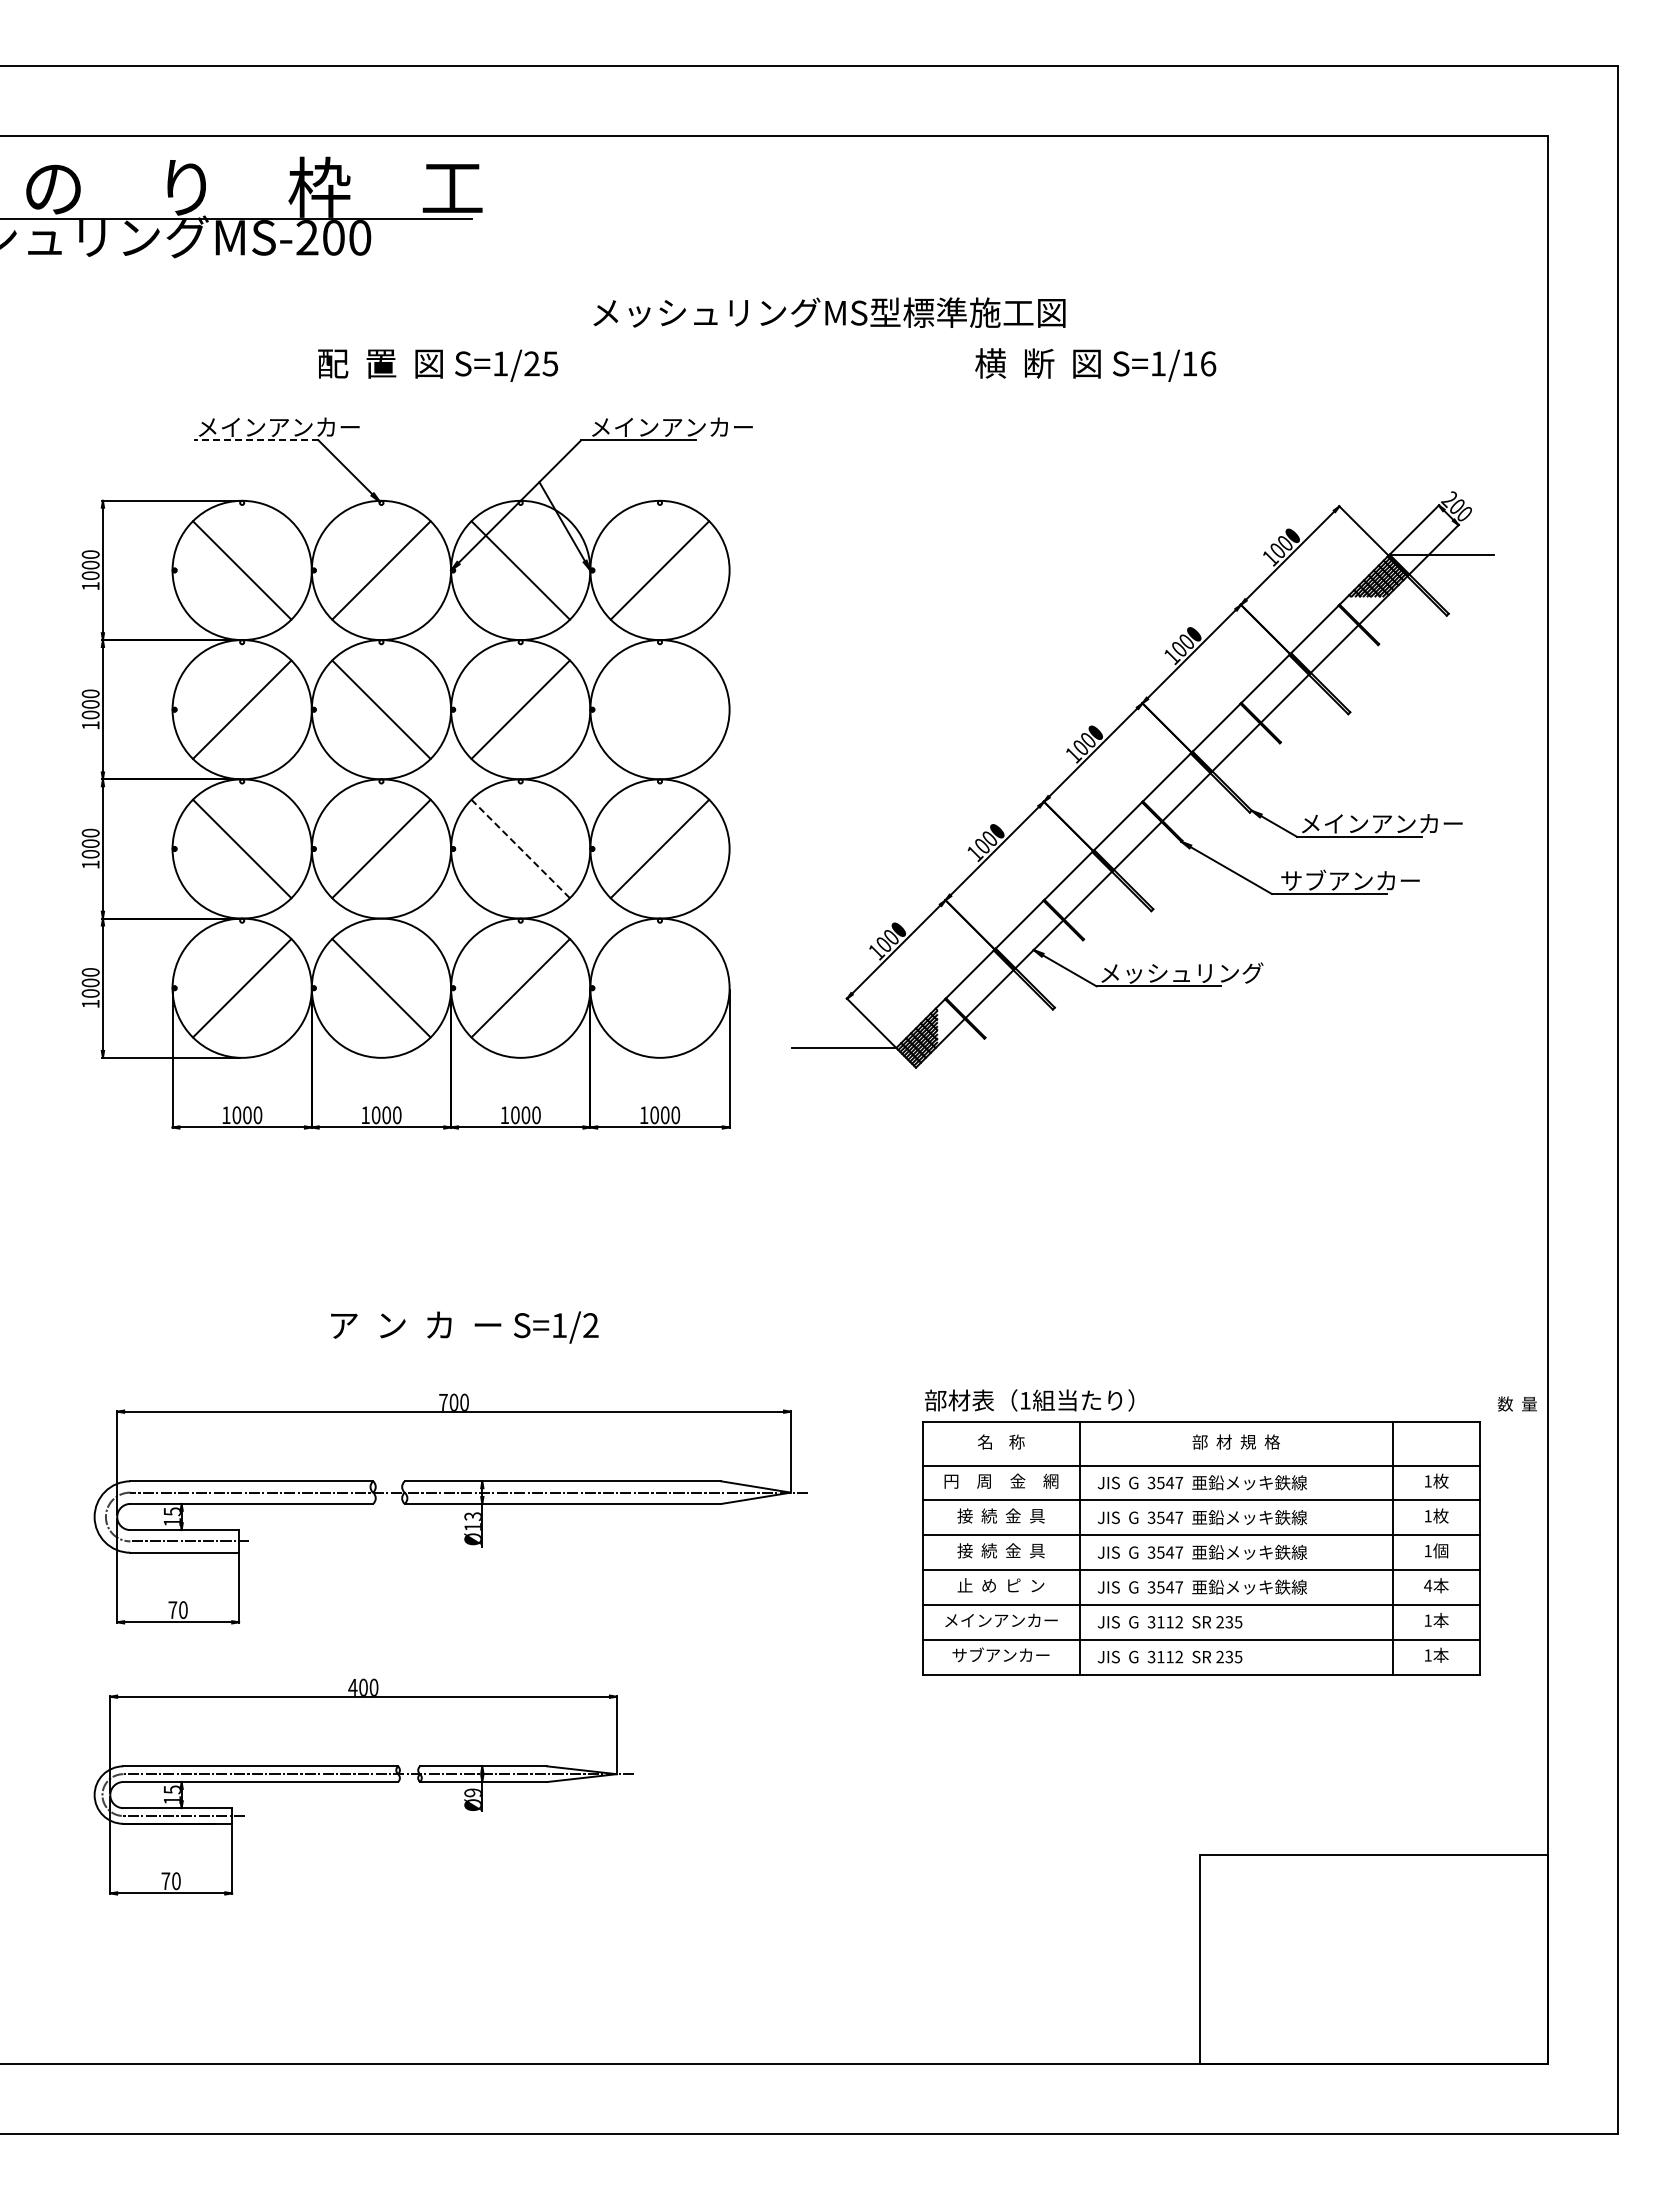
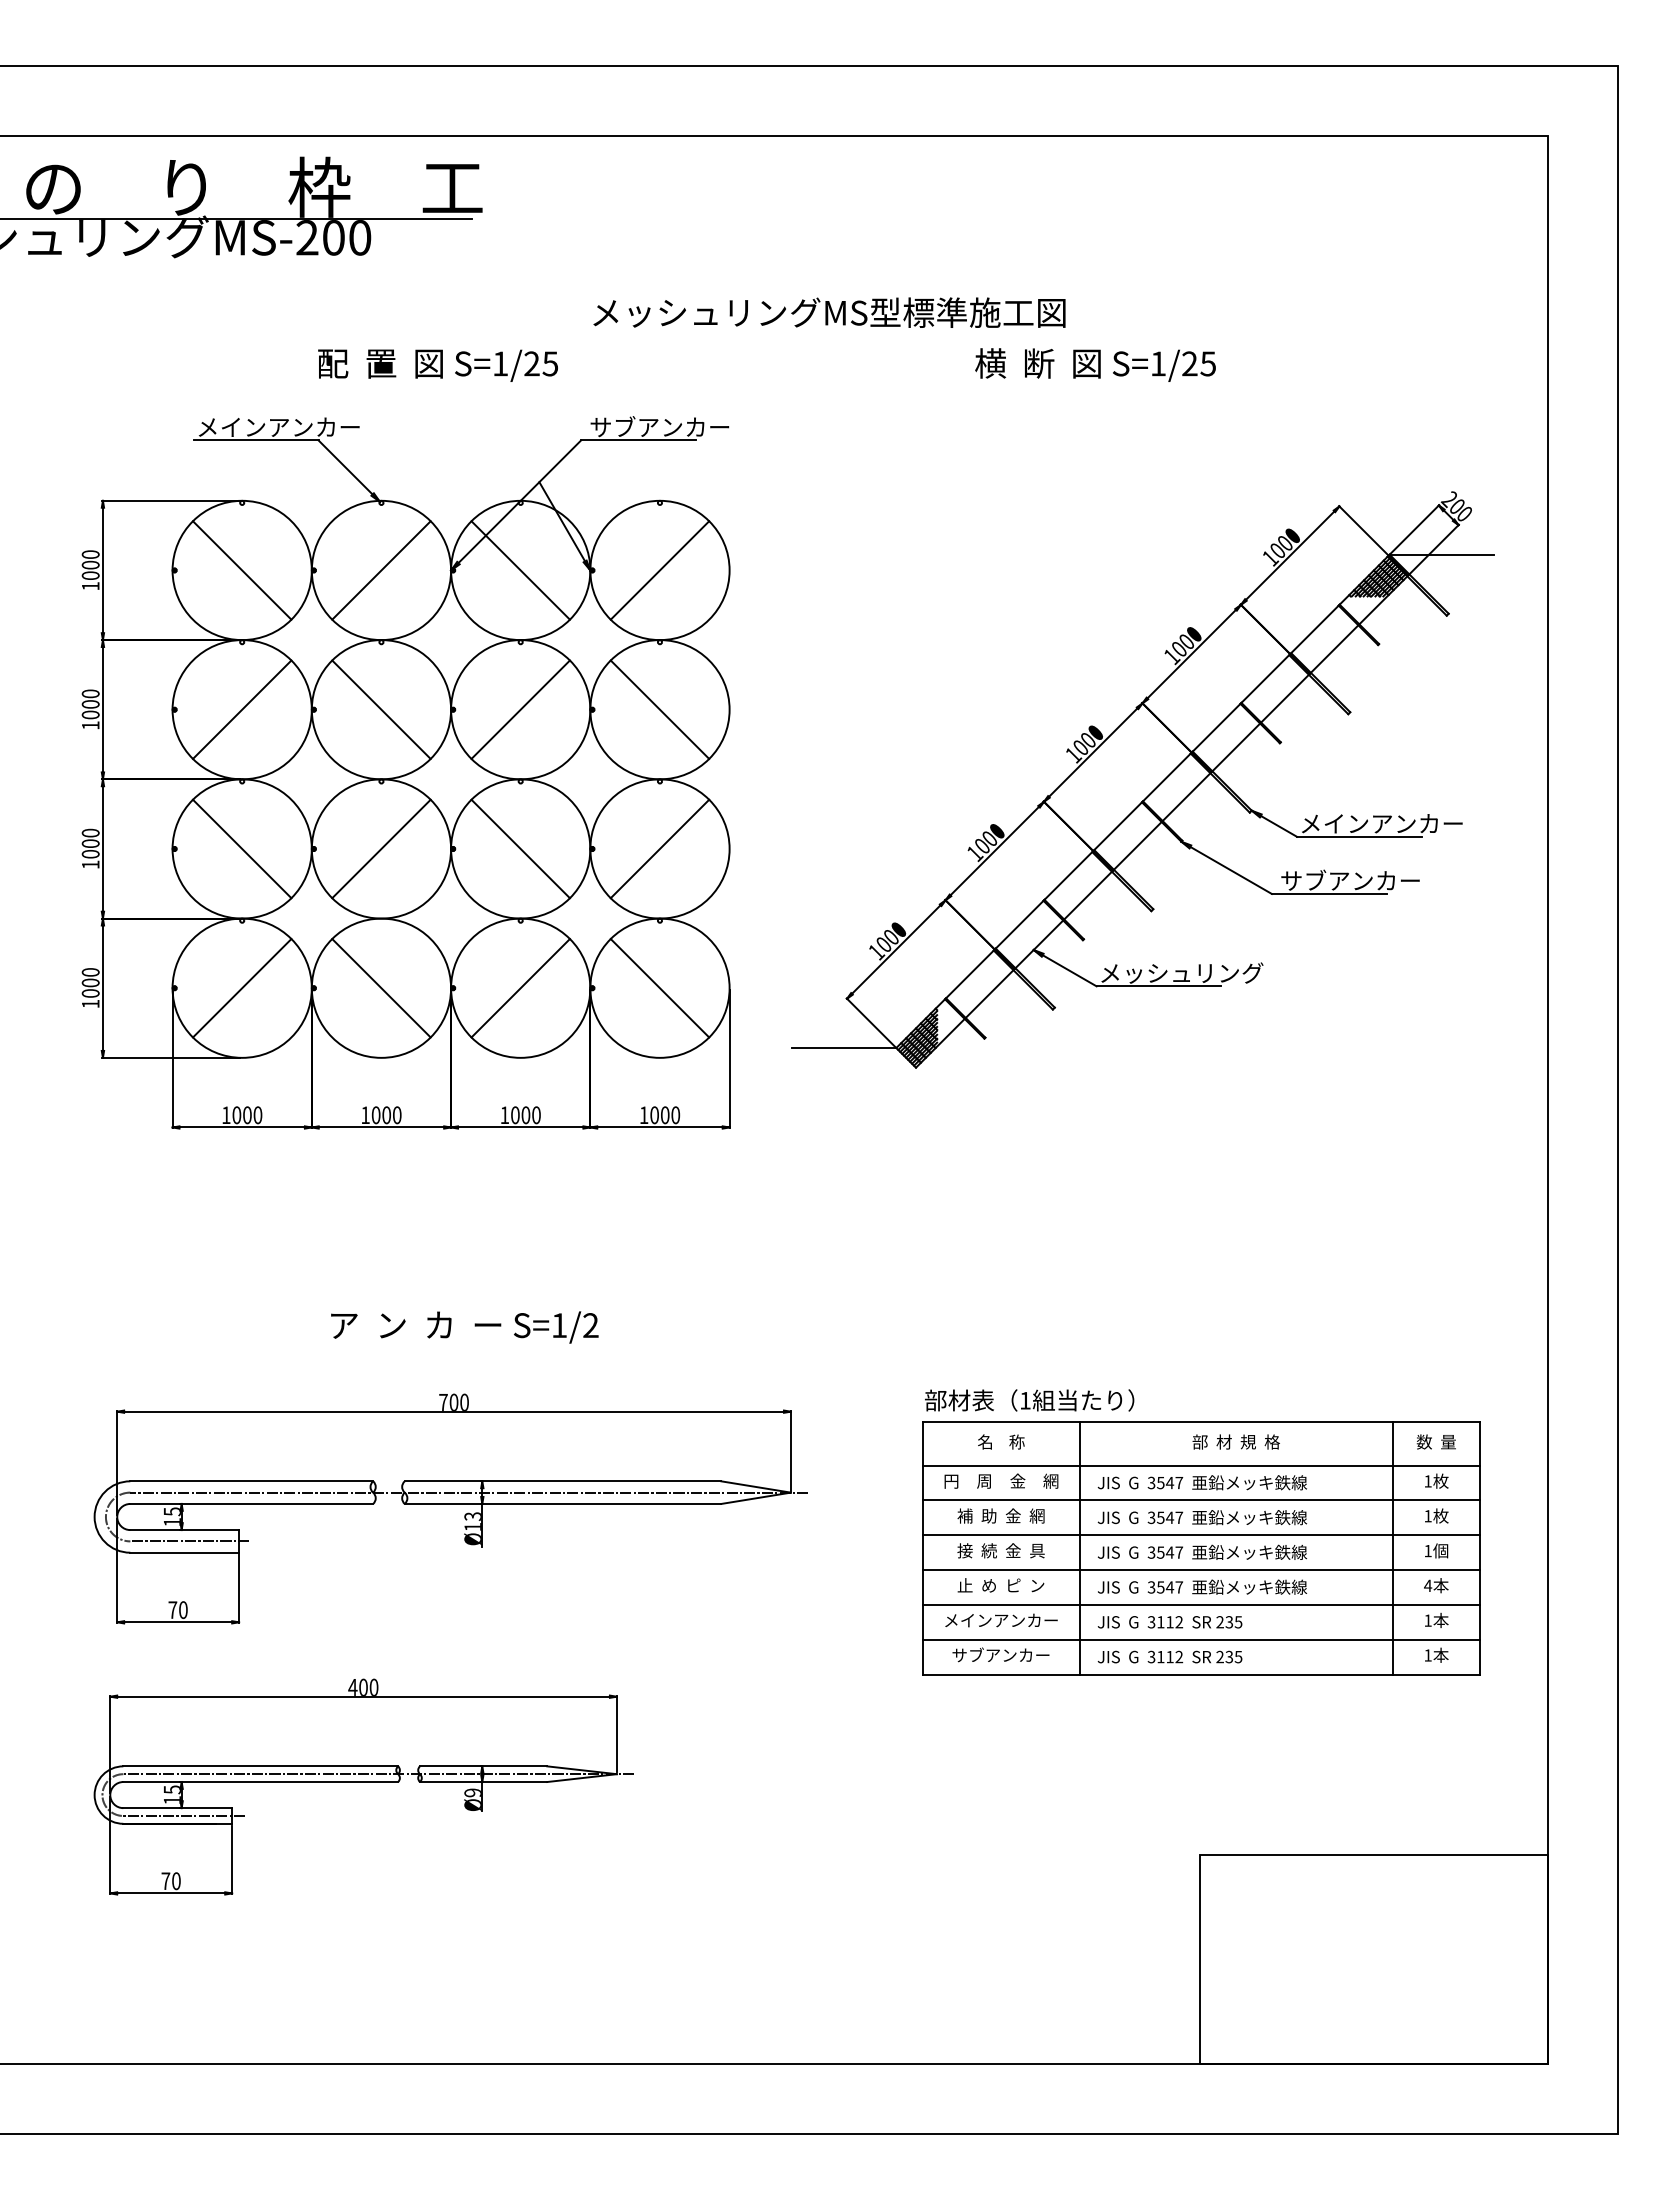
text at (1199, 363): S=1/16 -> S=1/25
text at (671, 426): メインアンカー -> サブアンカー
line at (255, 440): dashed -> solid
line at (659, 709): none -> present
line at (520, 848): dashed -> solid
line at (659, 988): none -> present
text at (1516, 1403) position: (1516, 1403) -> (1435, 1441)
text at (1000, 1515): 接  続  金  具 -> 補  助  金  網
